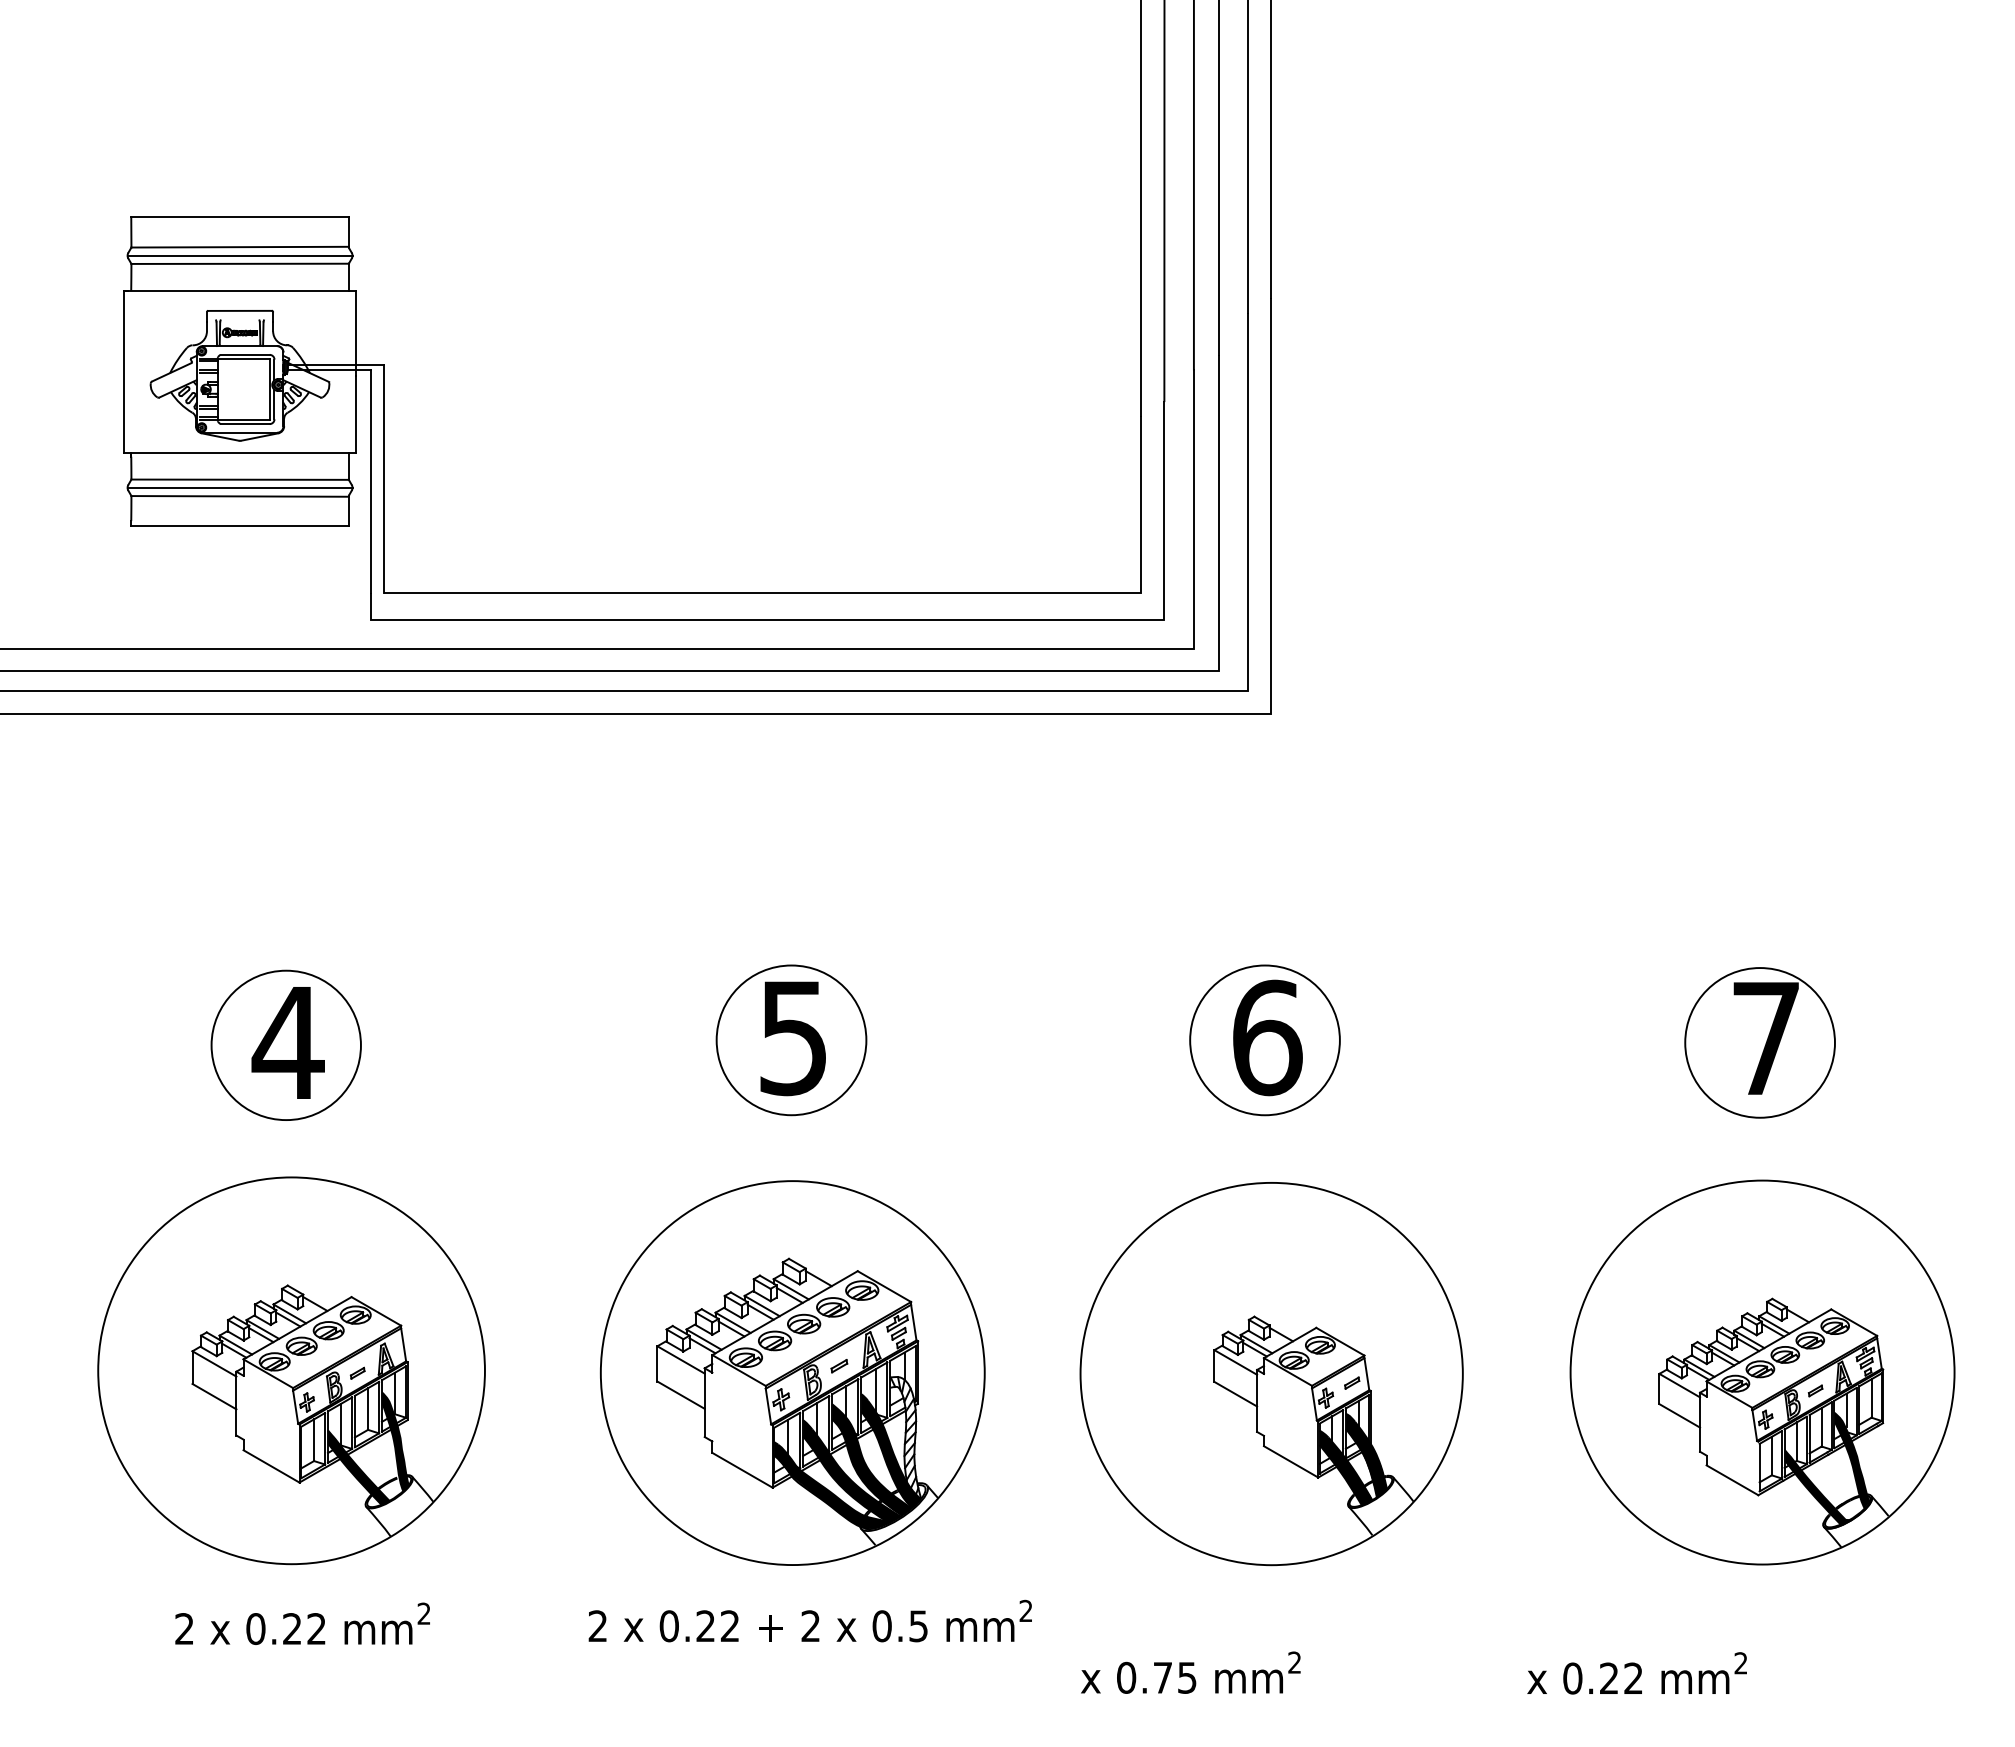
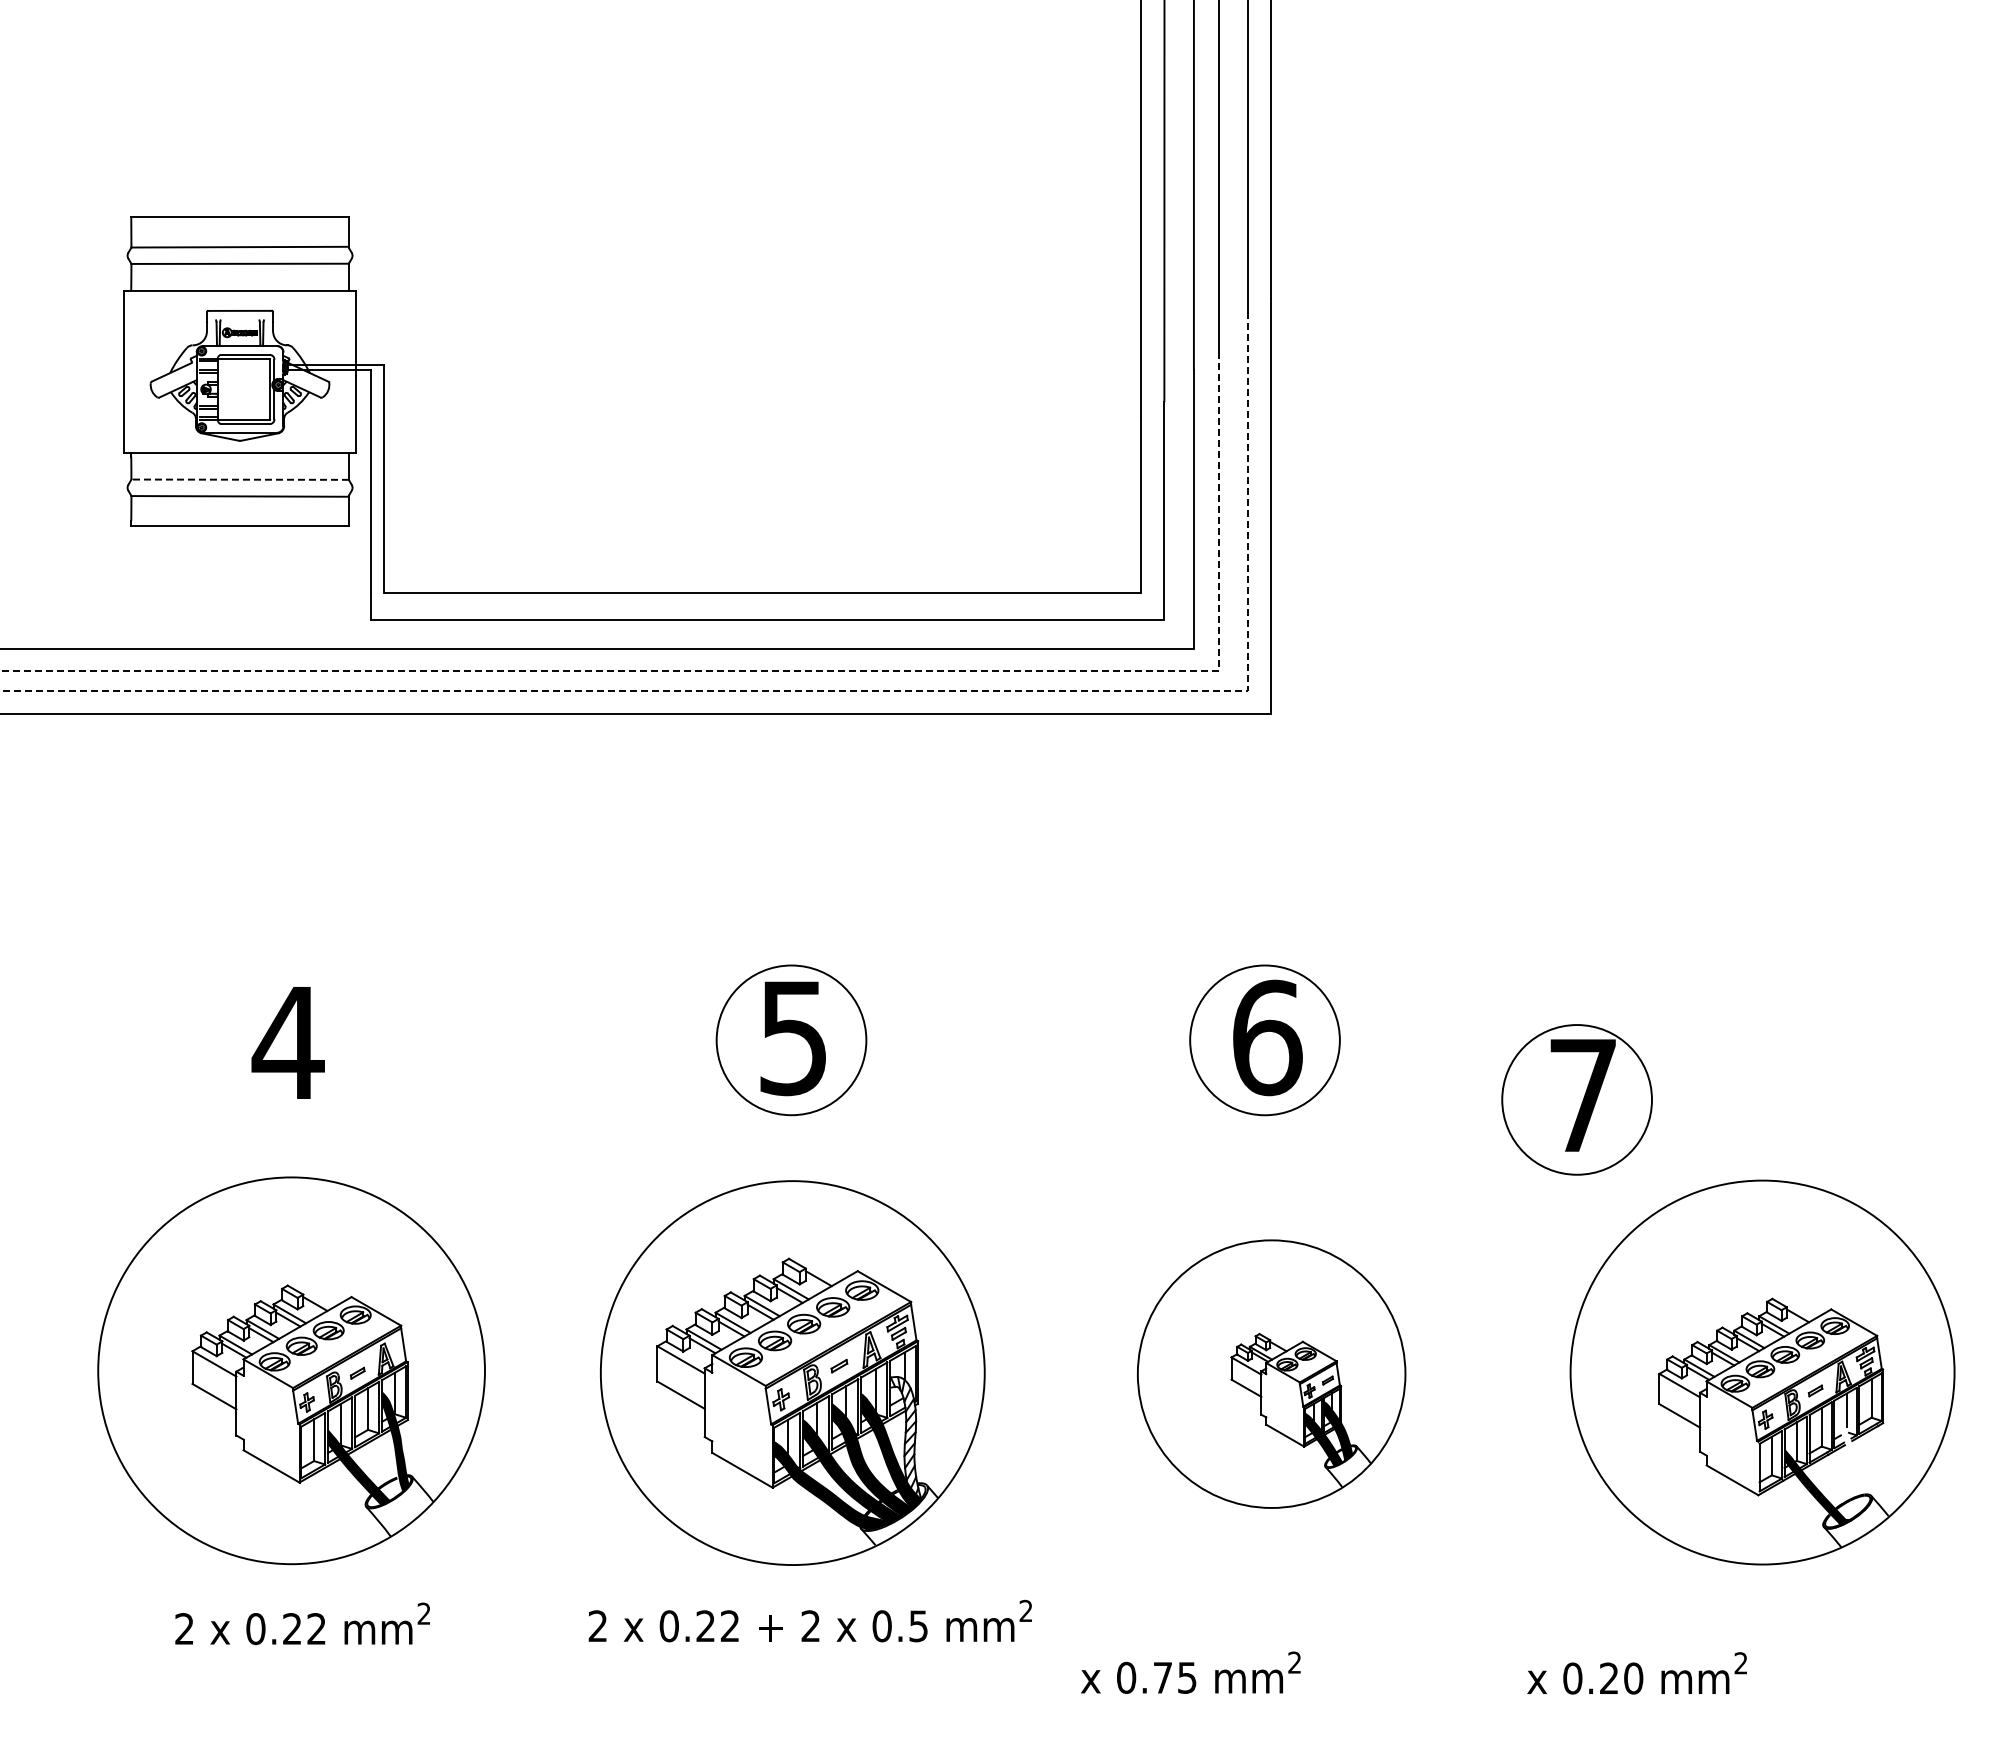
line at (239, 255): present -> none
line at (240, 479): solid -> dashed
line at (239, 487): present -> none
line at (769, 671): solid -> dashed
line at (813, 690): solid -> dashed
part at (1759, 1042) position: (1759, 1042) -> (1576, 1099)
circle at (285, 1044): present -> none
part at (1271, 1374) size: 385x385 px -> 270x270 px
fill at (1852, 1460): present -> none
text at (1633, 1678): 0.22 -> 0.20
